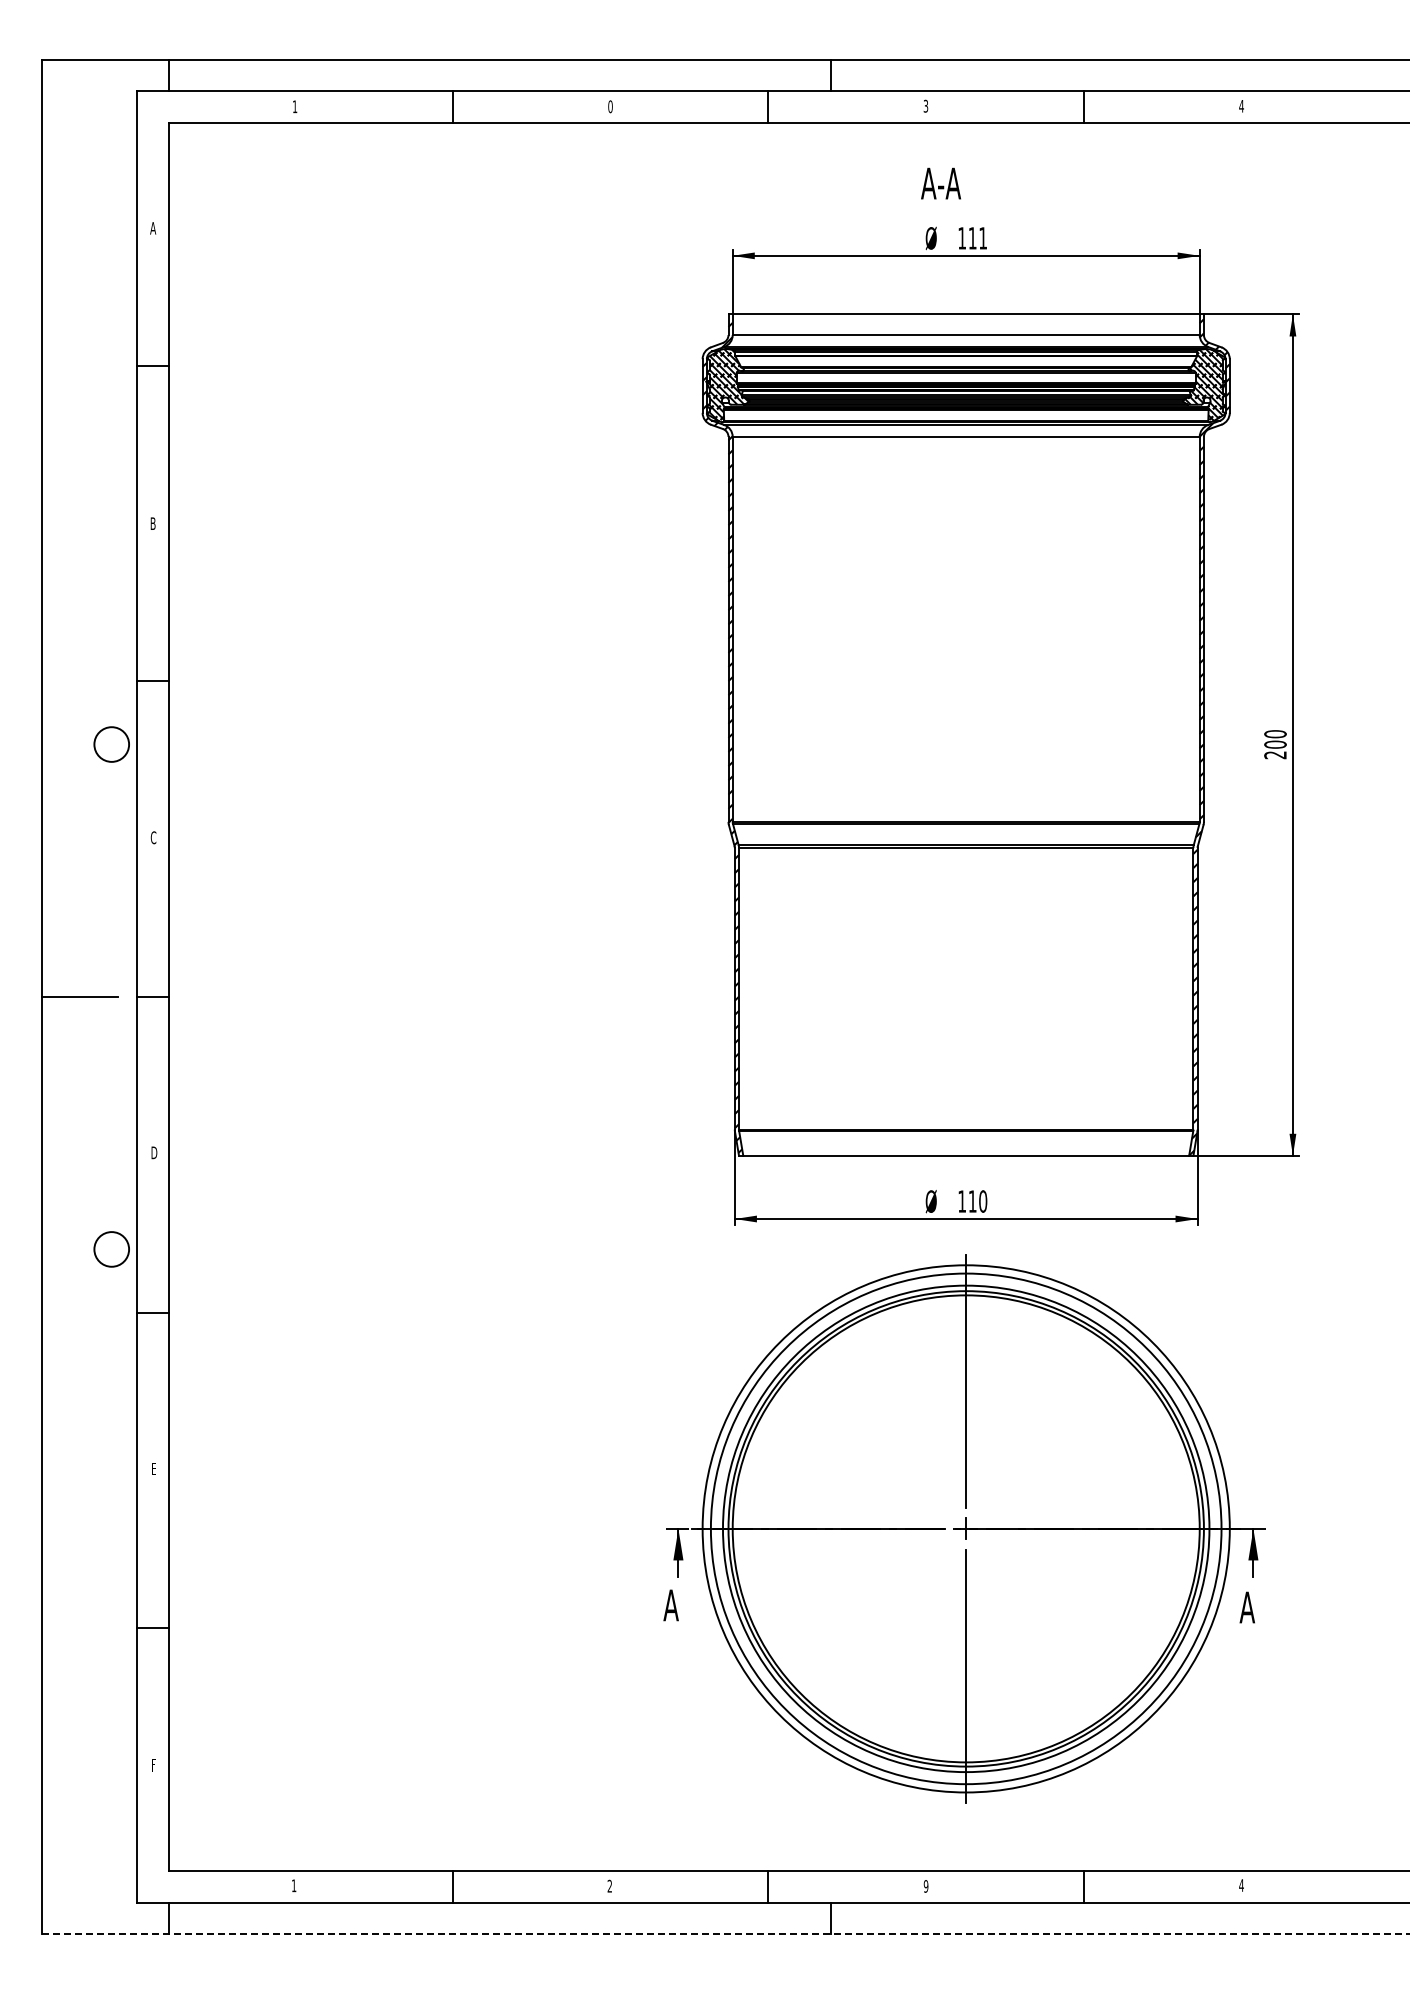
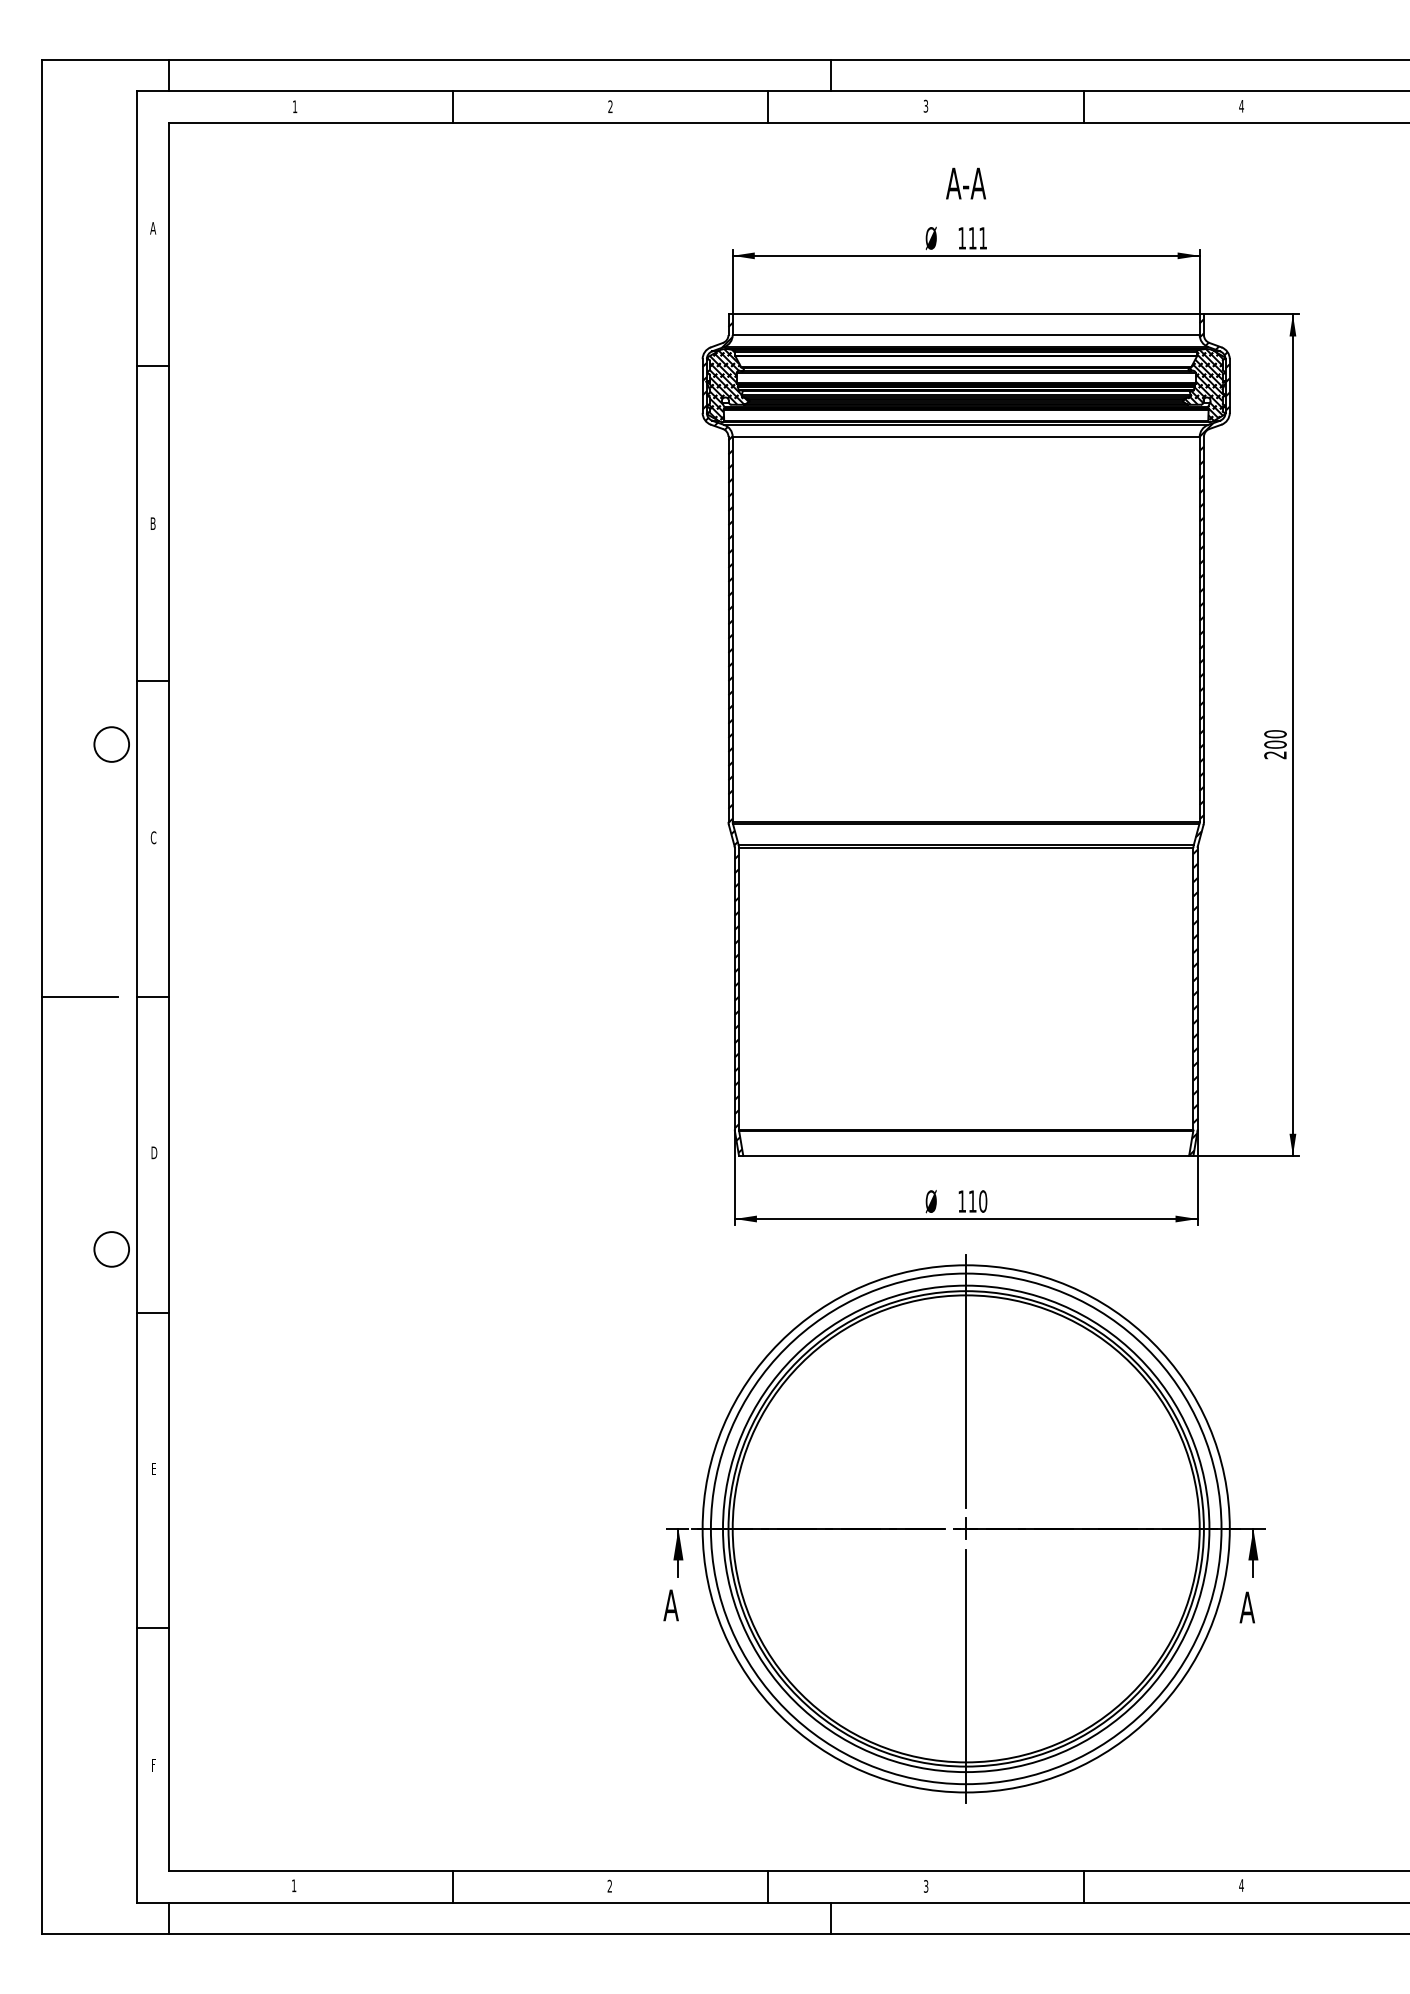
text at (610, 106): 0 -> 2
text at (940, 183) position: (940, 183) -> (965, 183)
text at (925, 1886): 9 -> 3
line at (726, 1934): dashed -> solid
